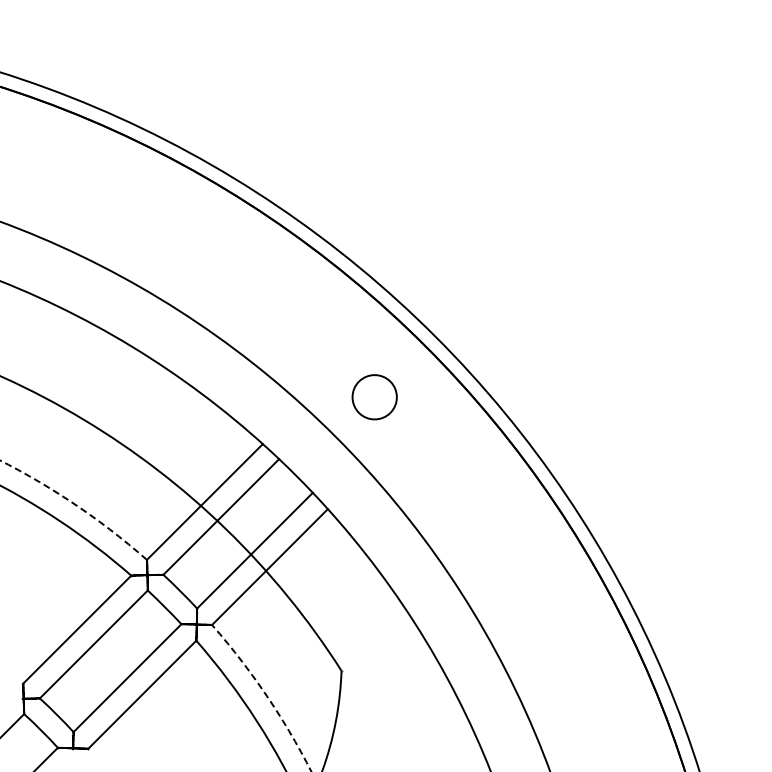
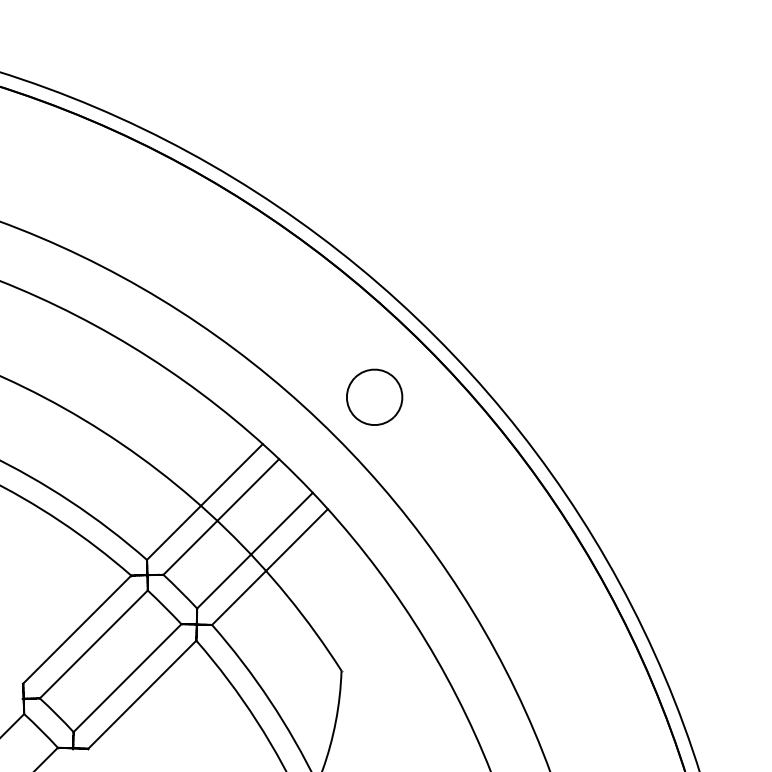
part at (374, 397) size: 47x47 px -> 58x58 px
arc at (75, 505): dashed -> solid
arc at (266, 695): dashed -> solid
